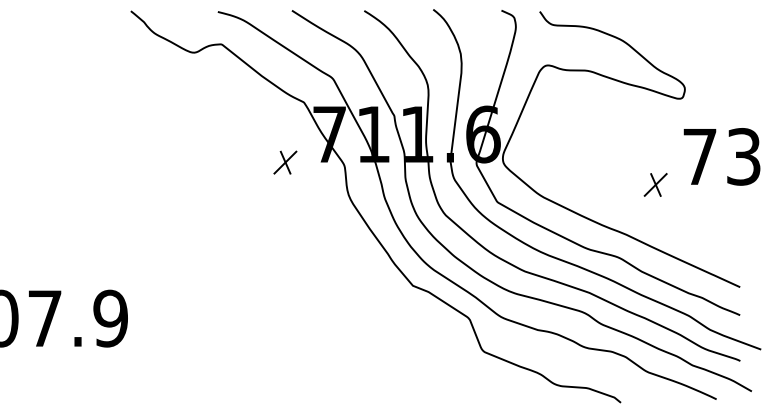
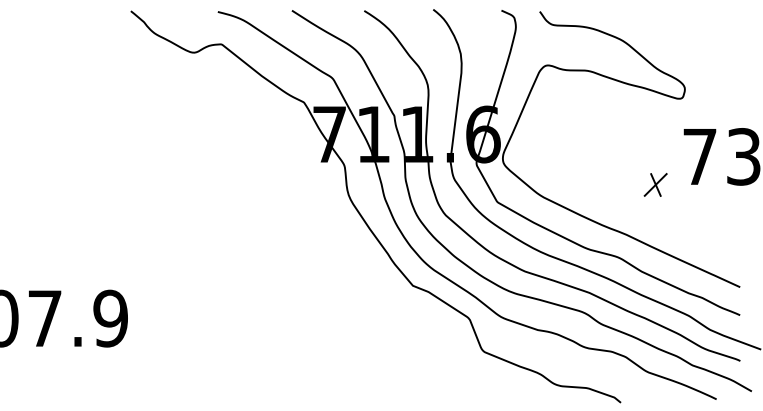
part at (285, 162): present -> none
